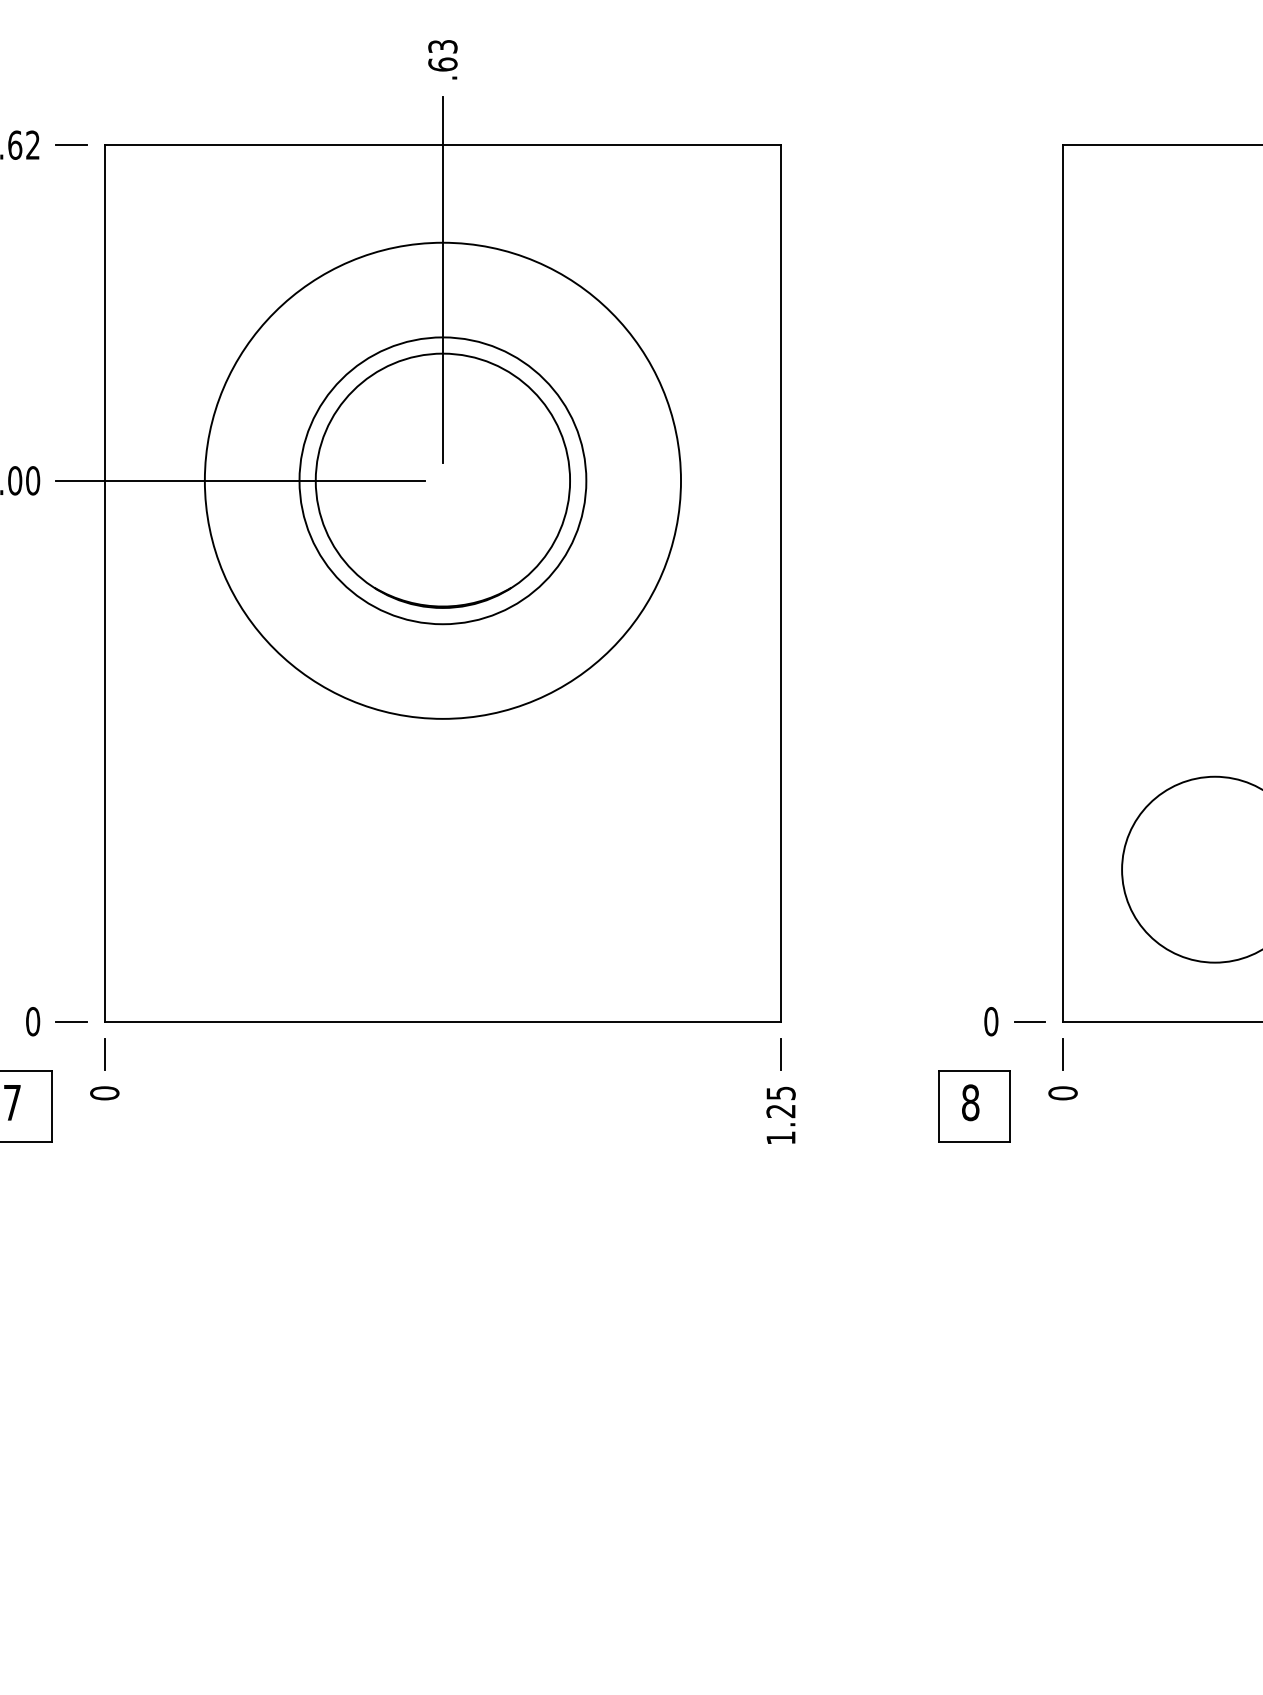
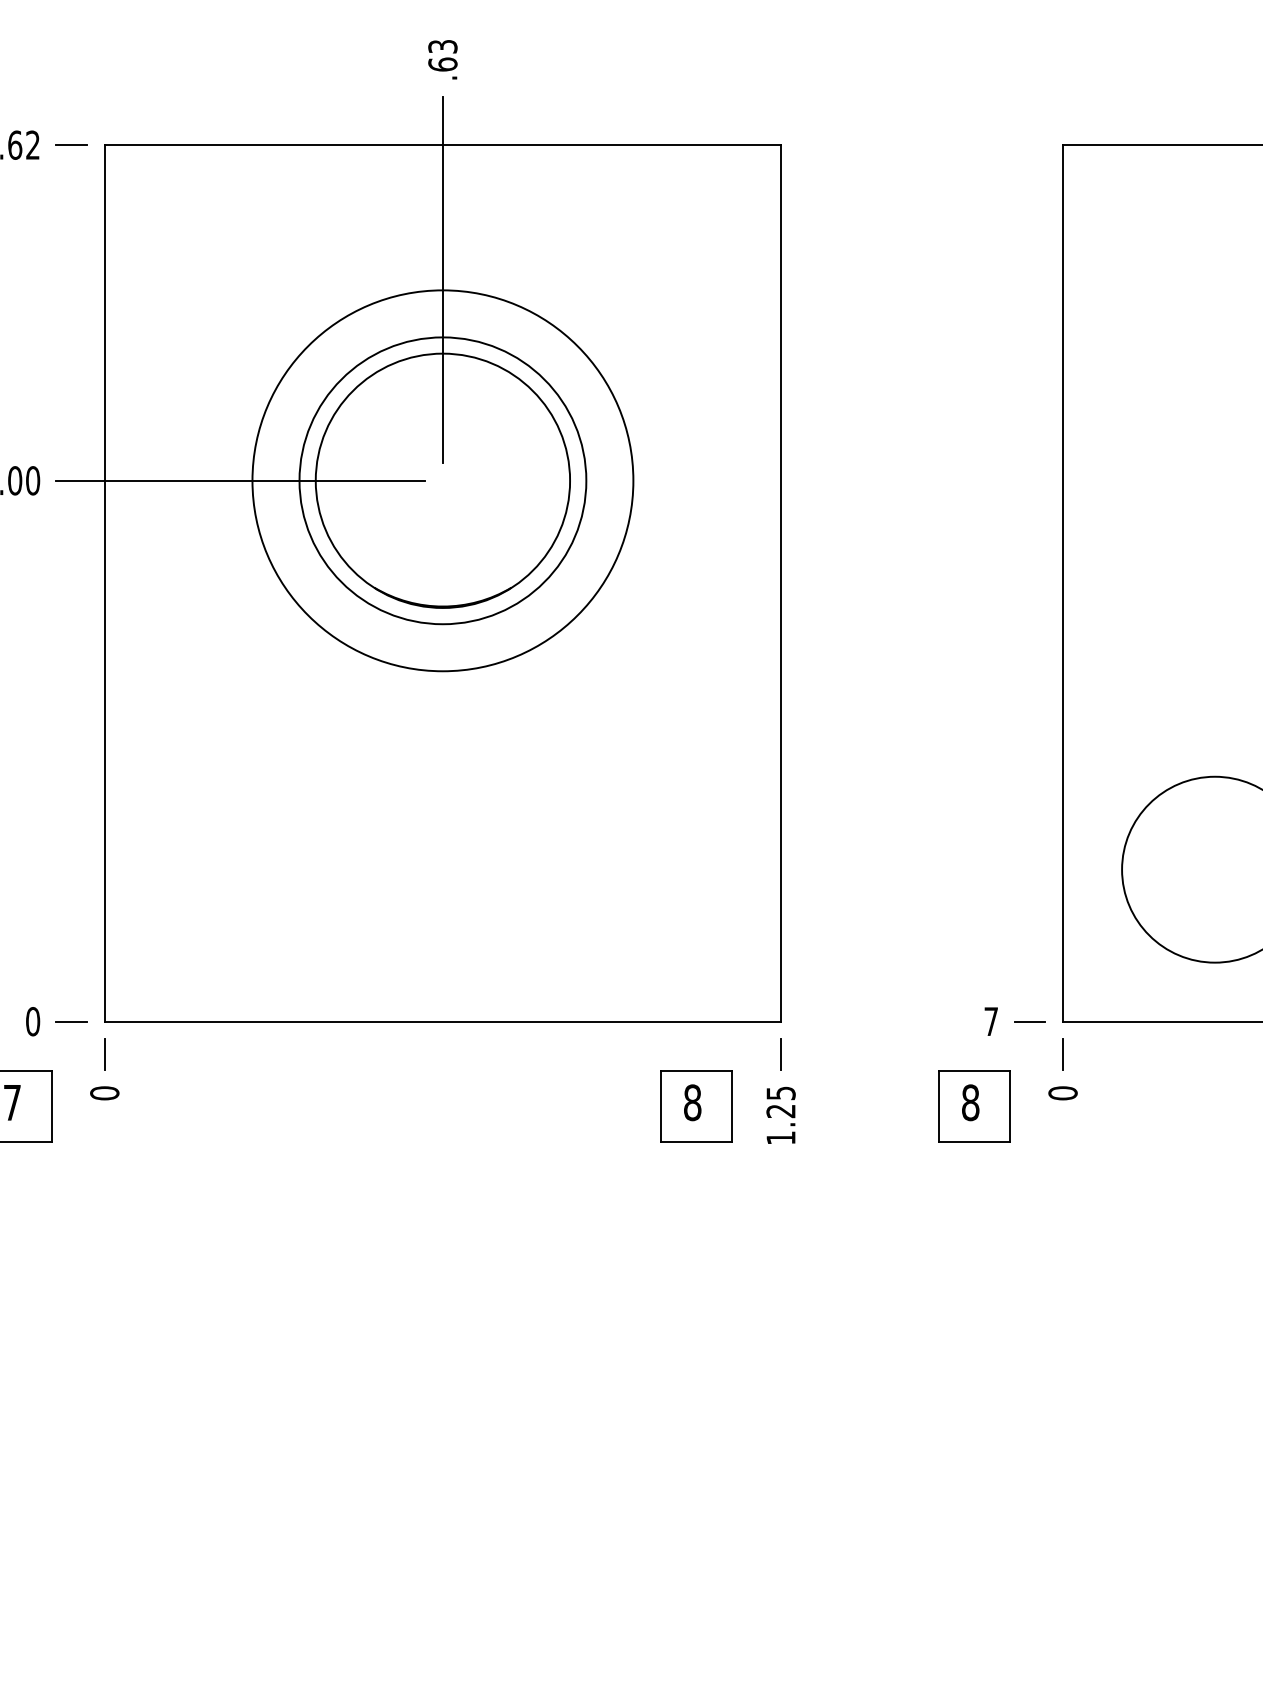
circle at (442, 480) diameter: 476 px -> 381 px
text at (991, 1021): 0 -> 7
part at (696, 1106): none -> present
